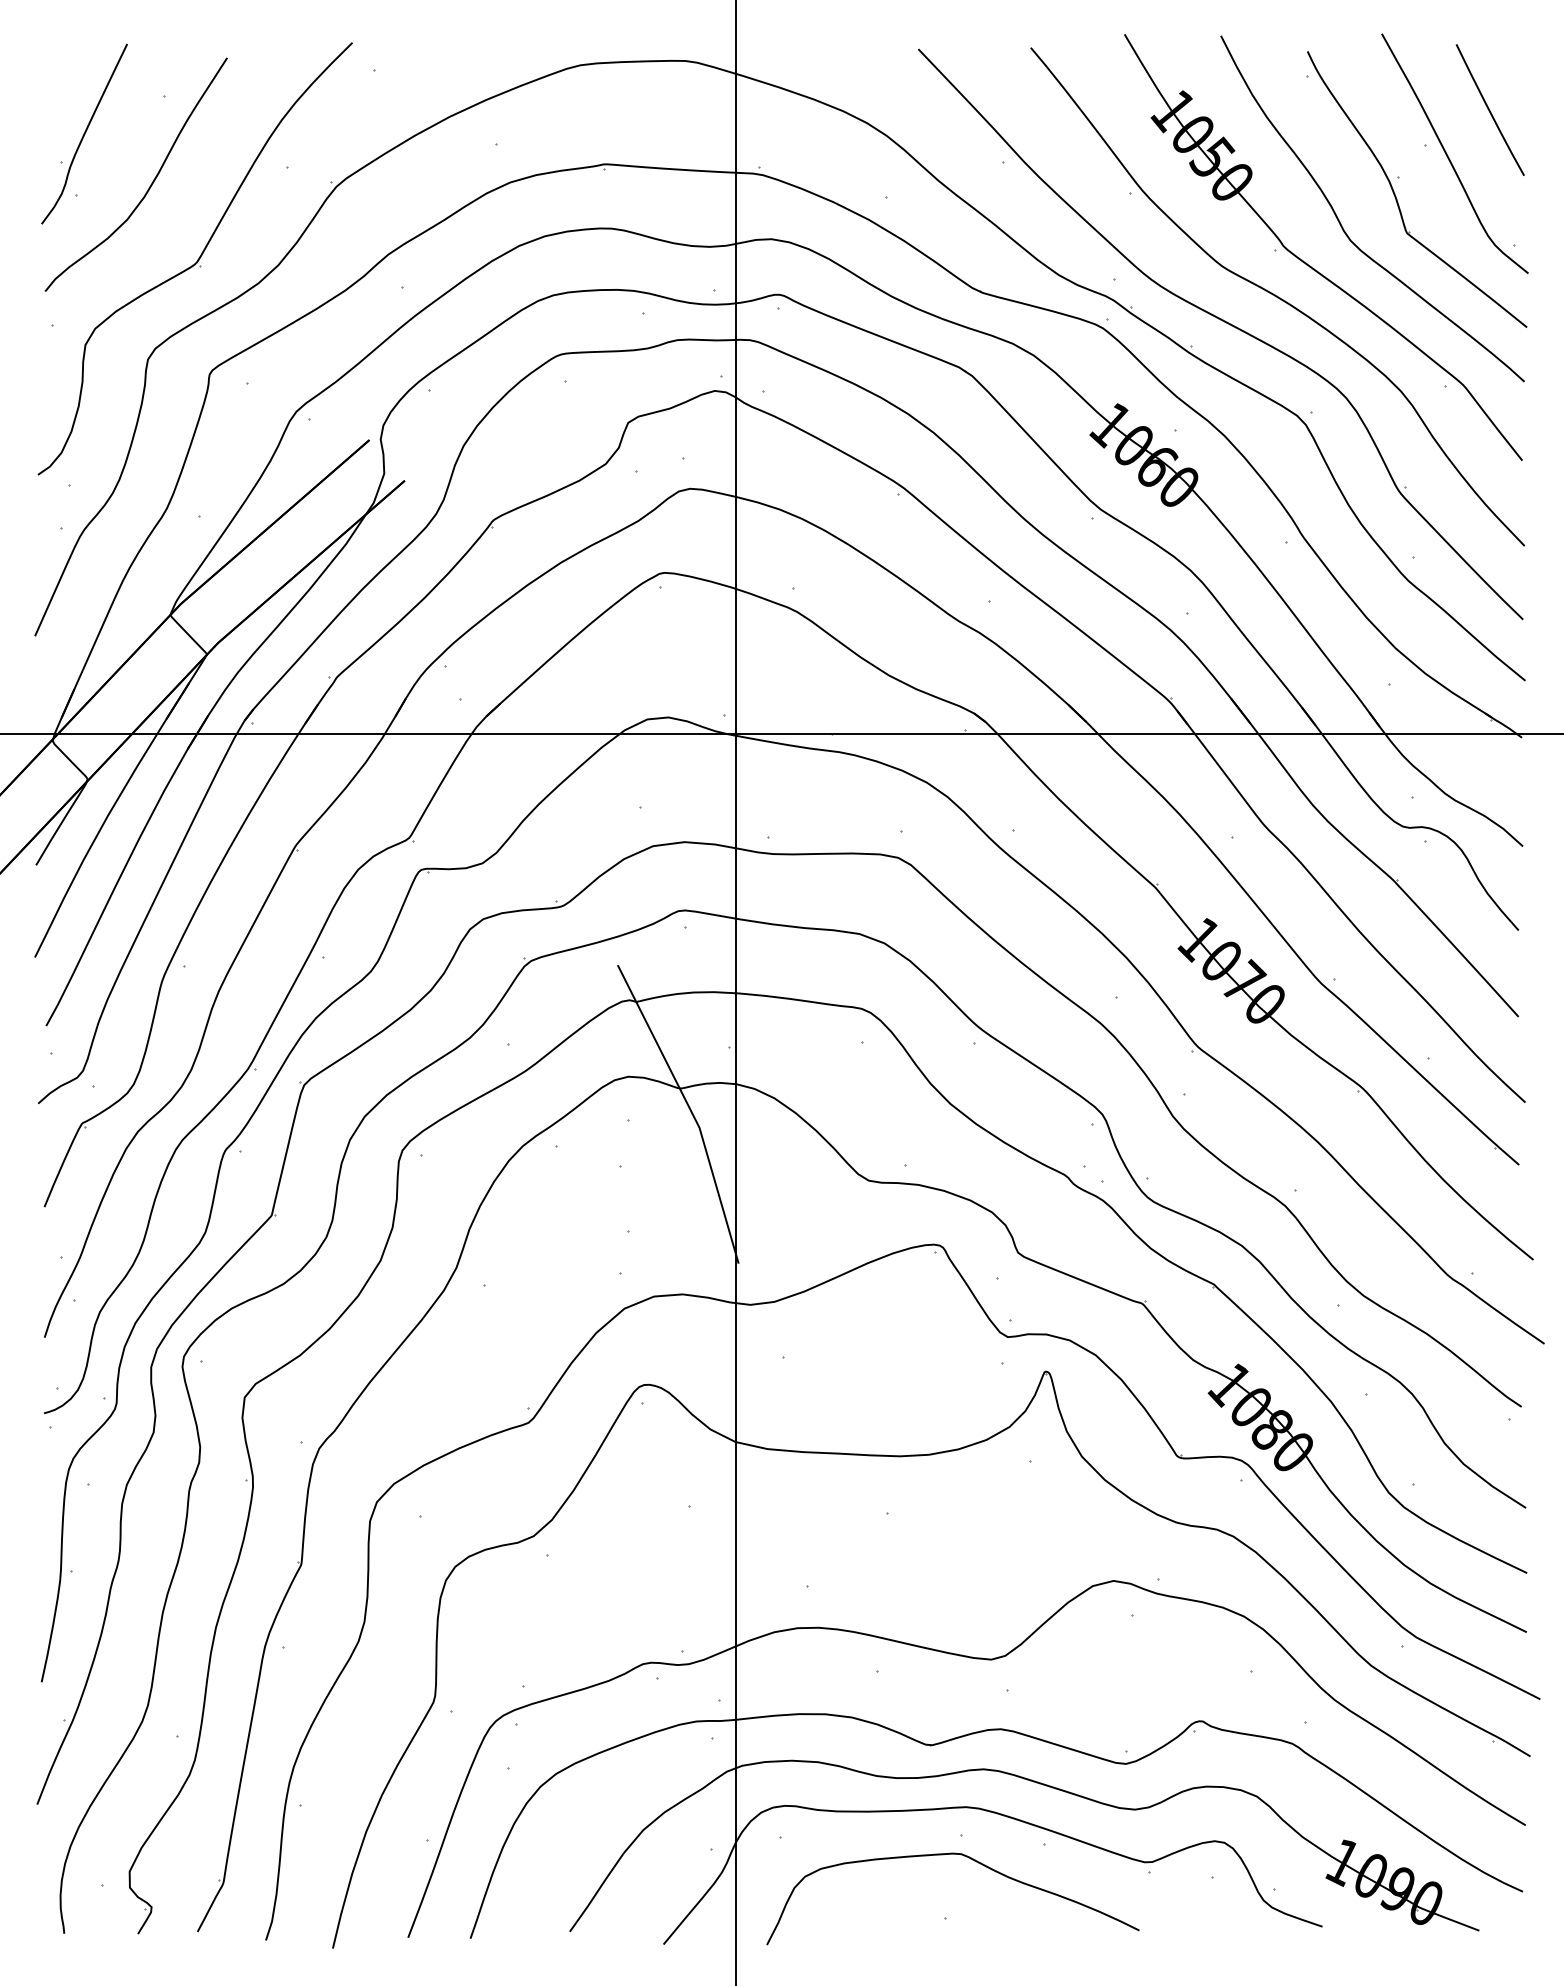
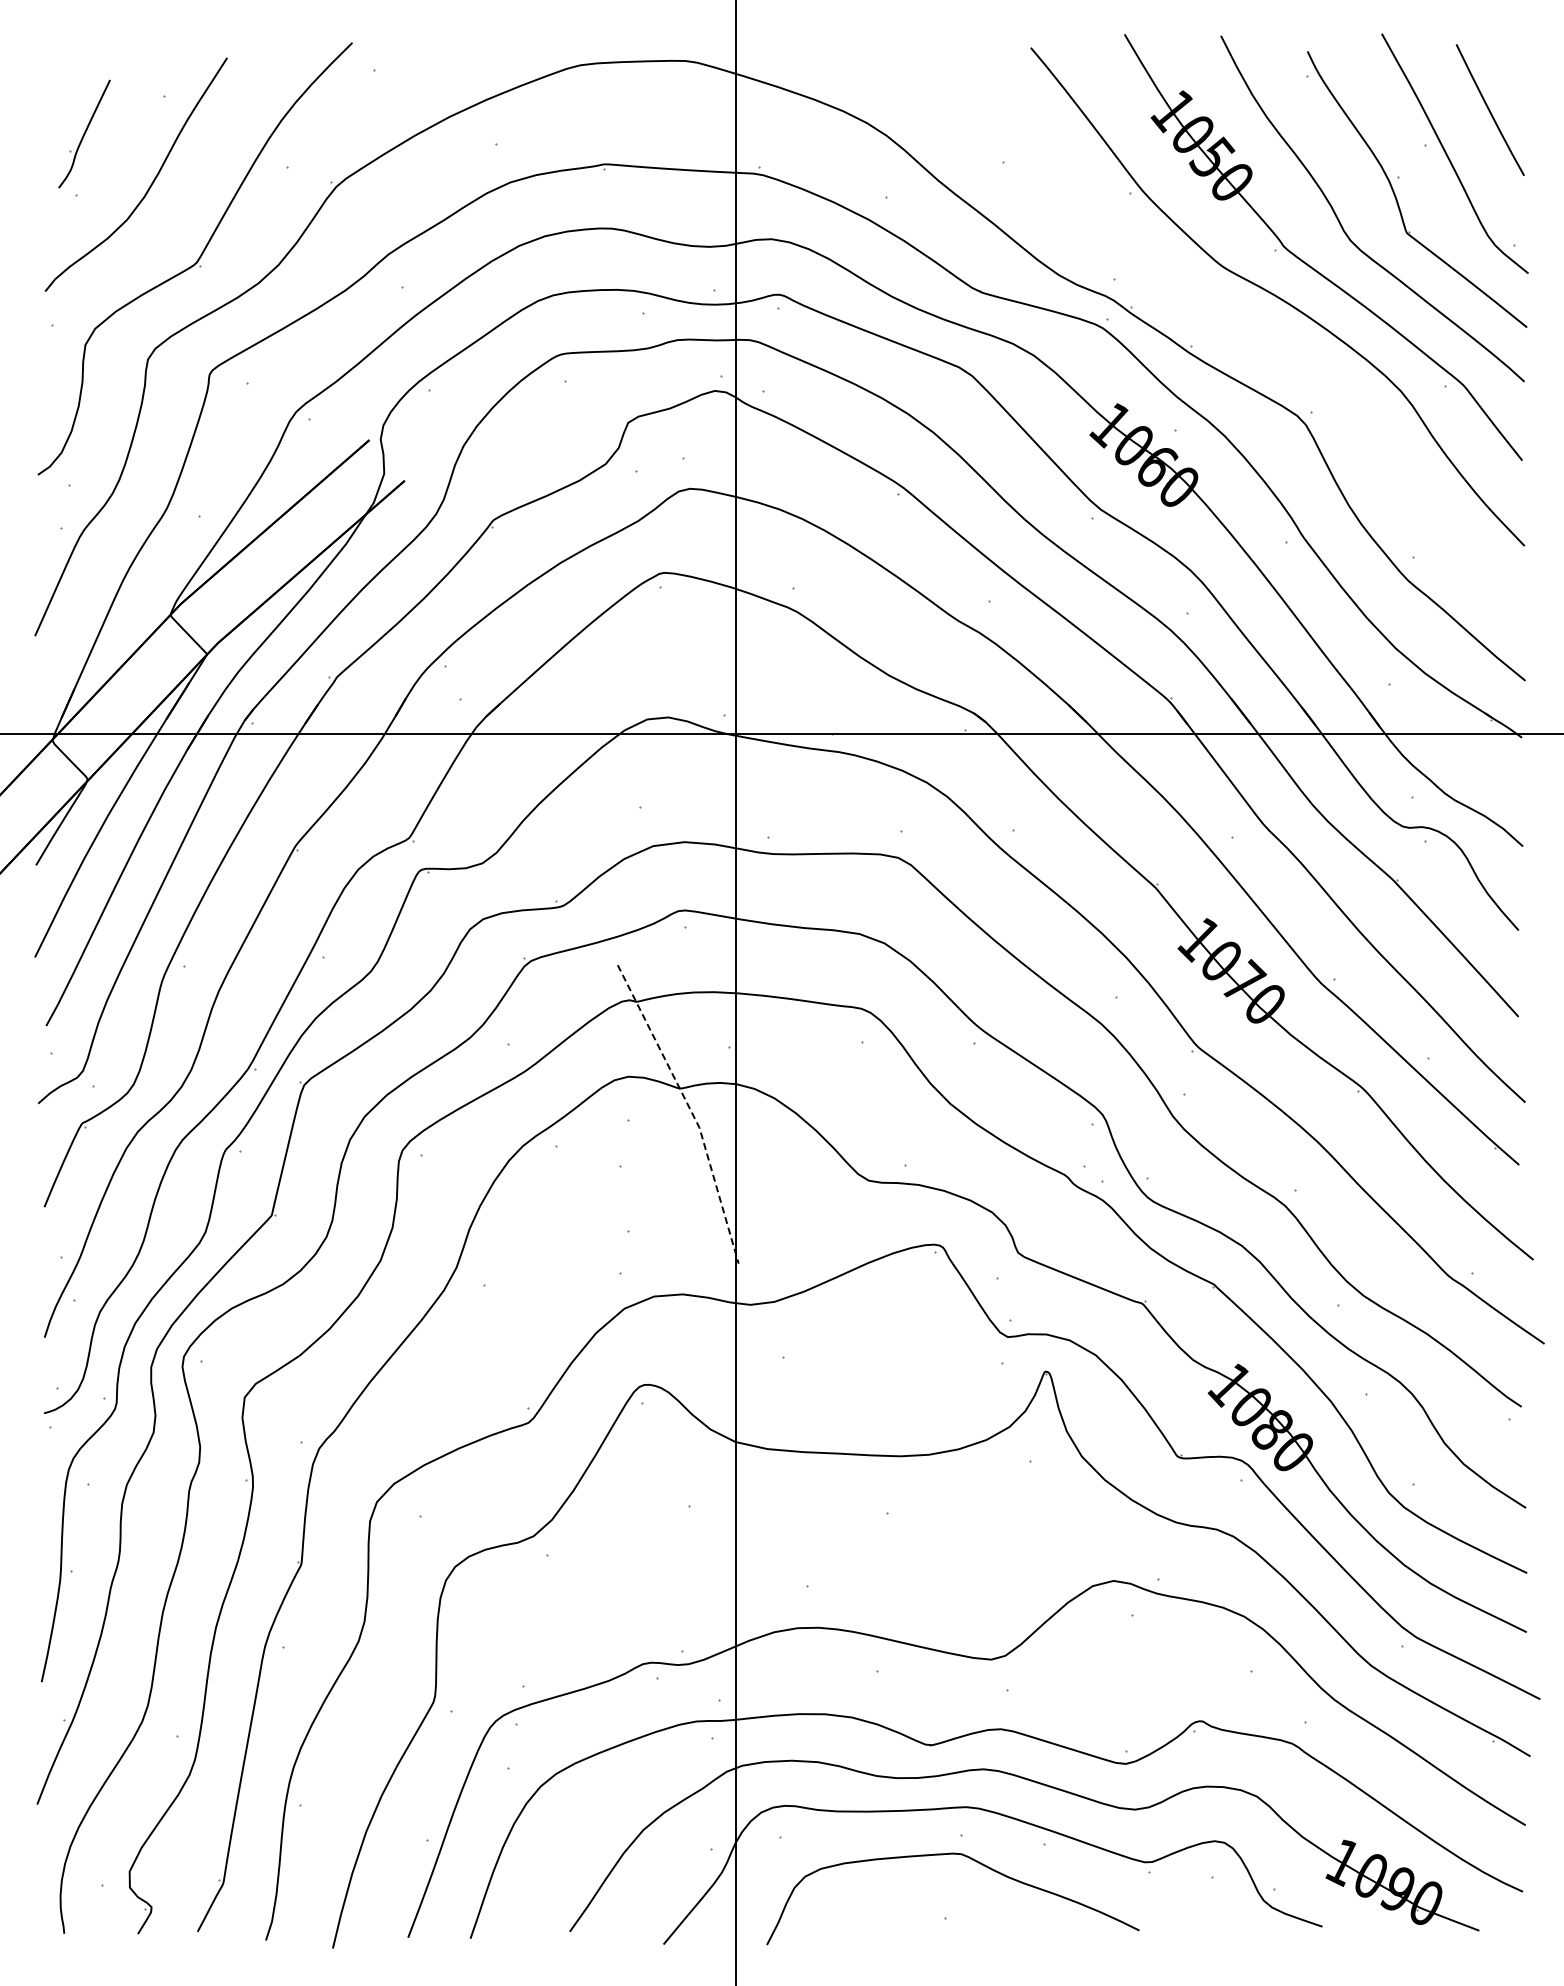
part at (84, 133) size: 87x182 px -> 53x110 px
part at (1226, 323): present -> none
line at (690, 1110): solid -> dashed
